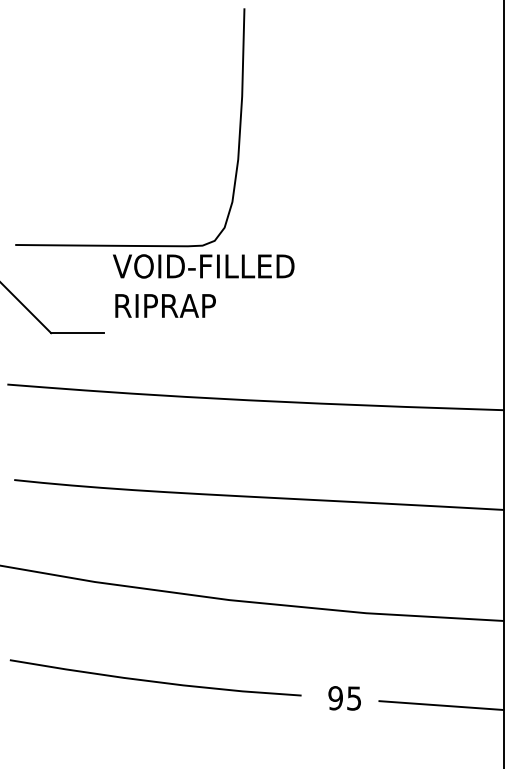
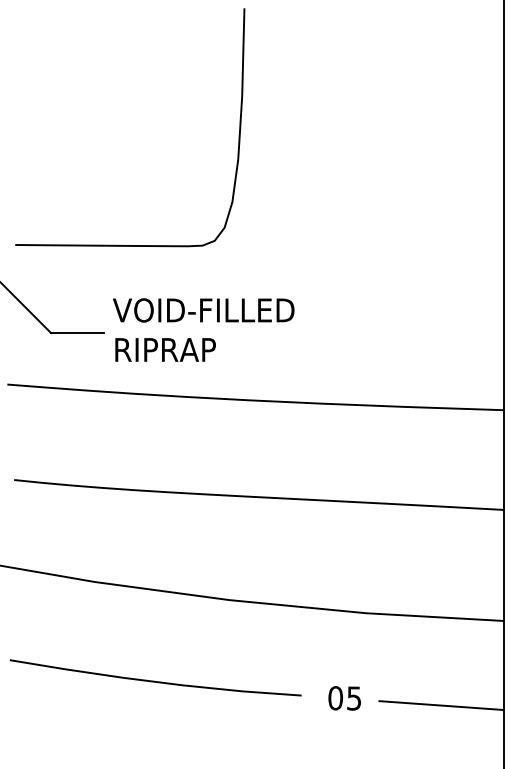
text at (203, 285) position: (203, 285) -> (203, 329)
text at (335, 698): 95 -> 05
